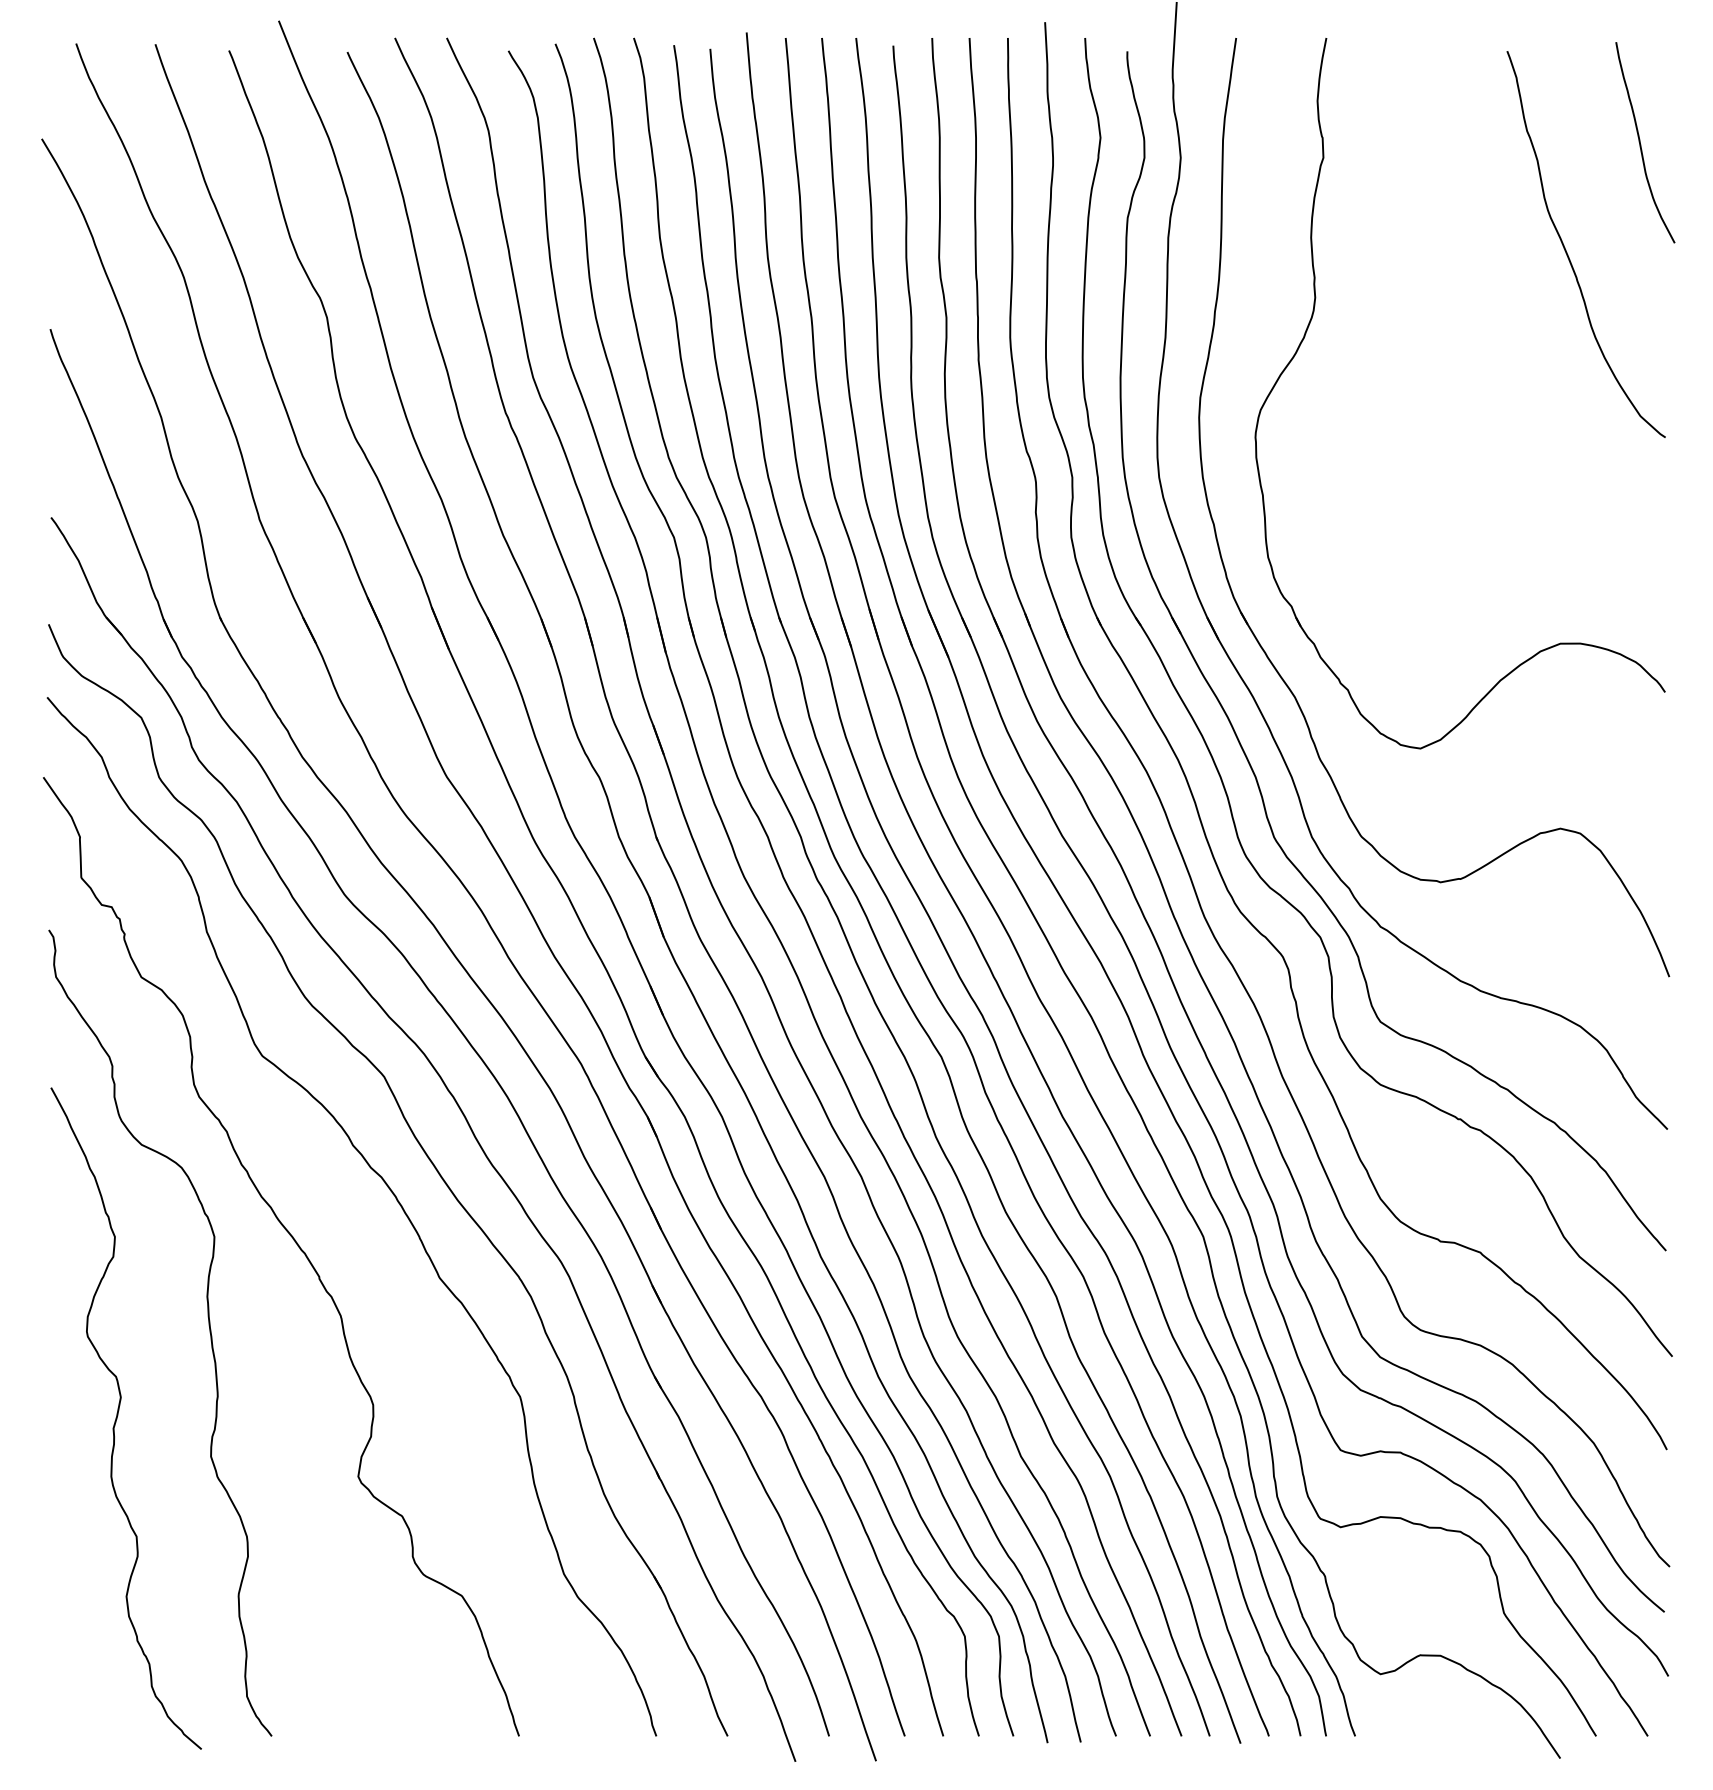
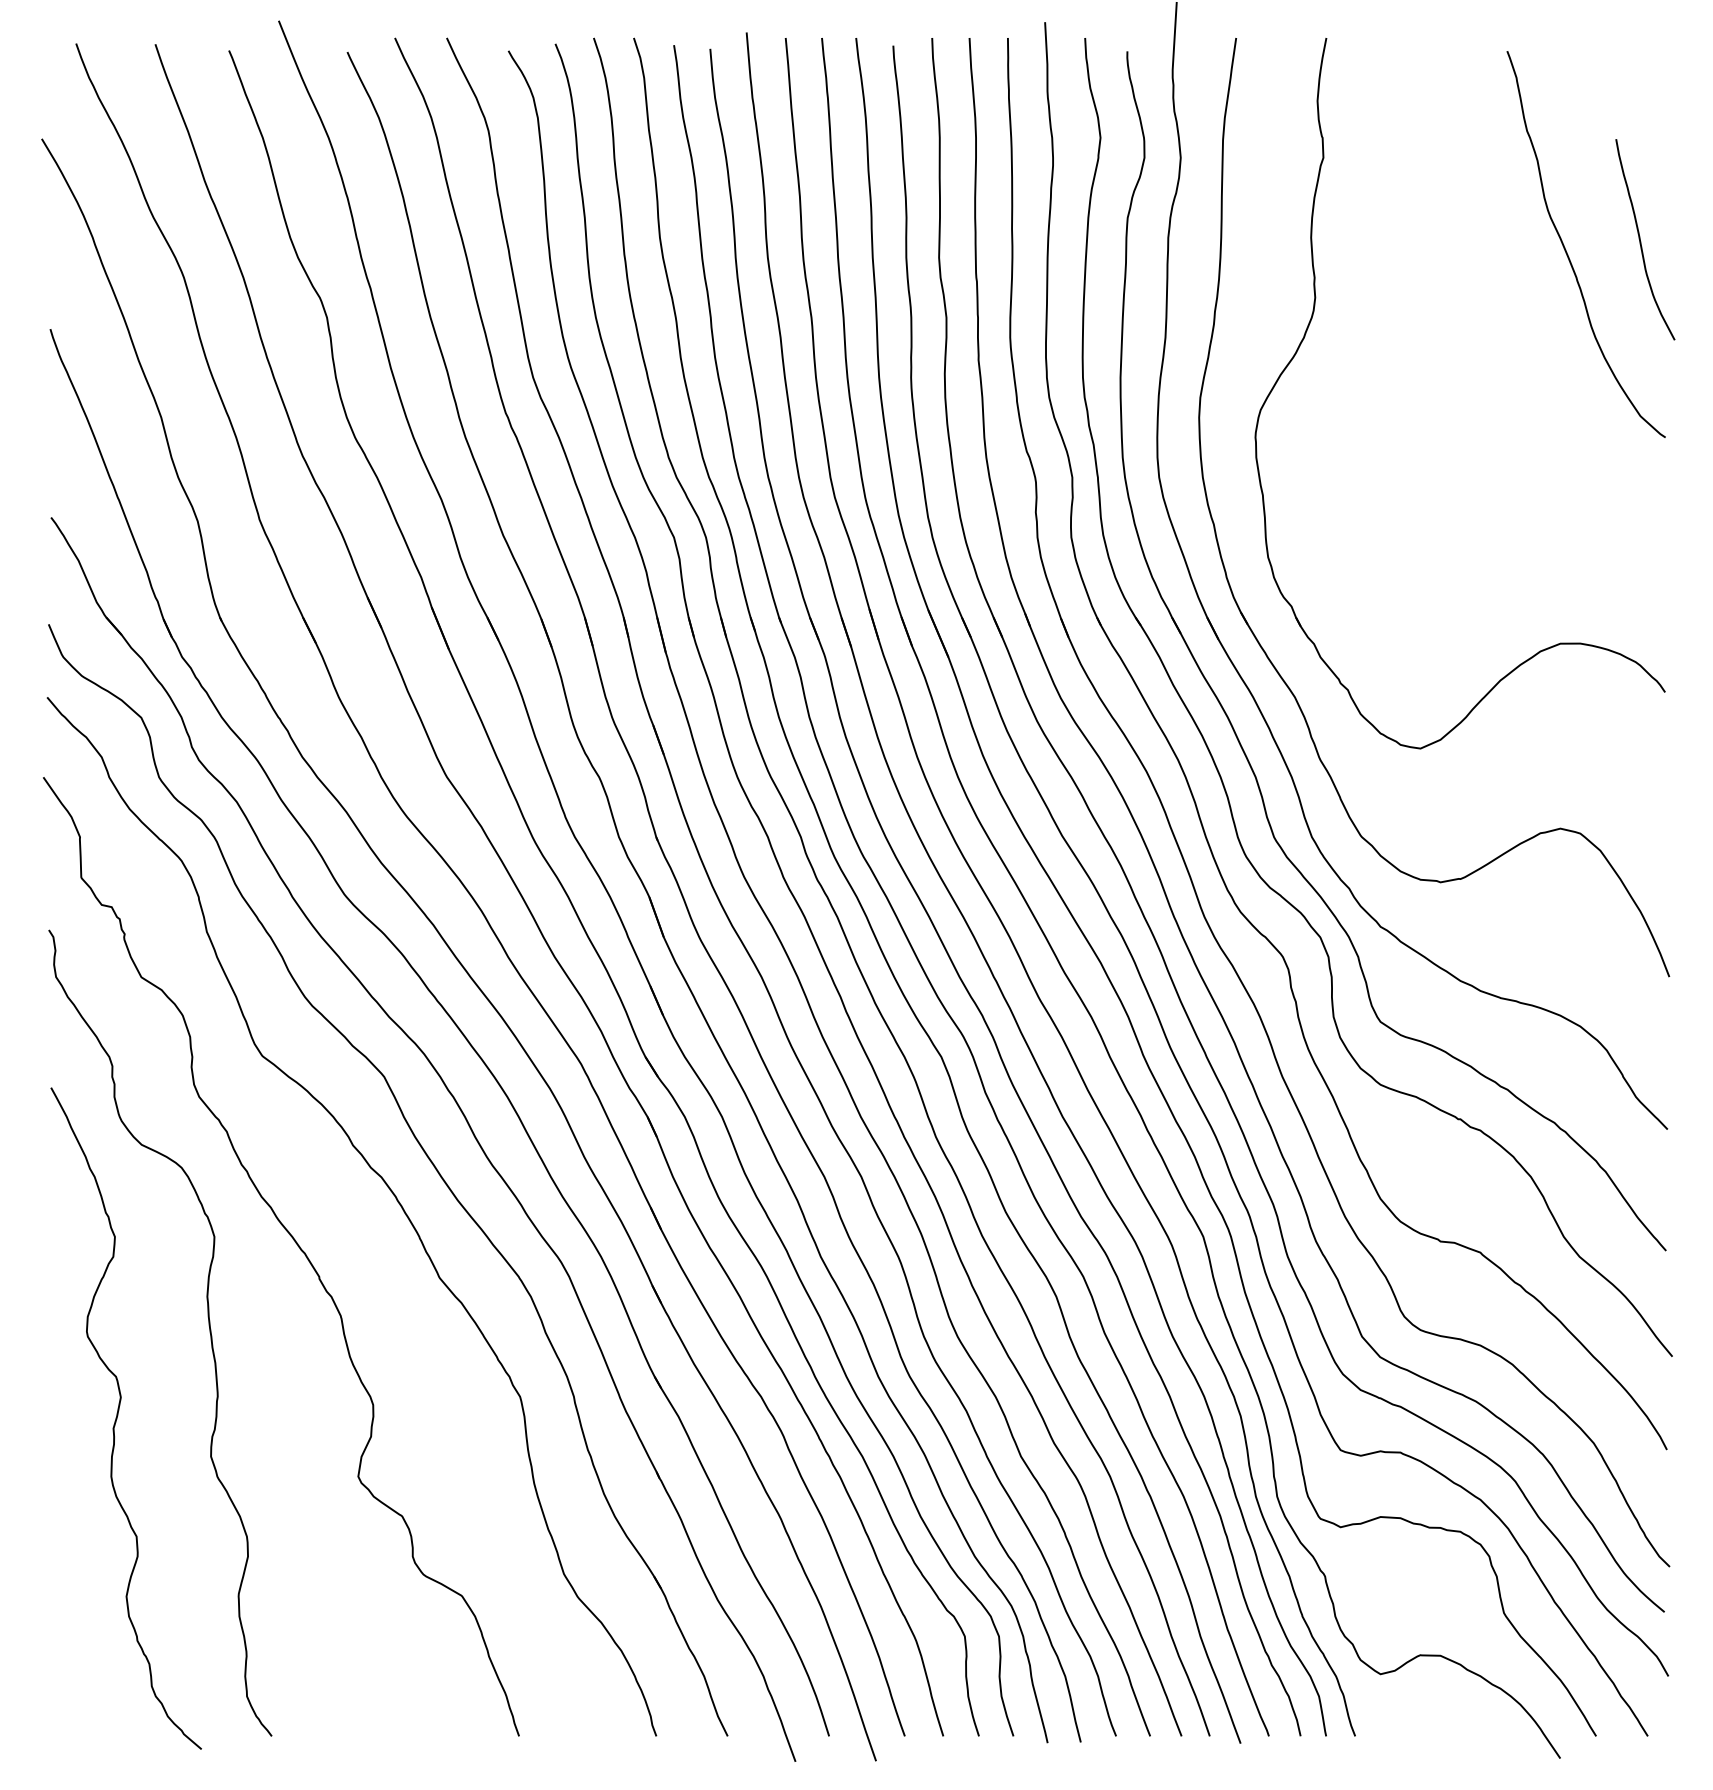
curve at (1641, 144) position: (1641, 144) -> (1641, 241)
